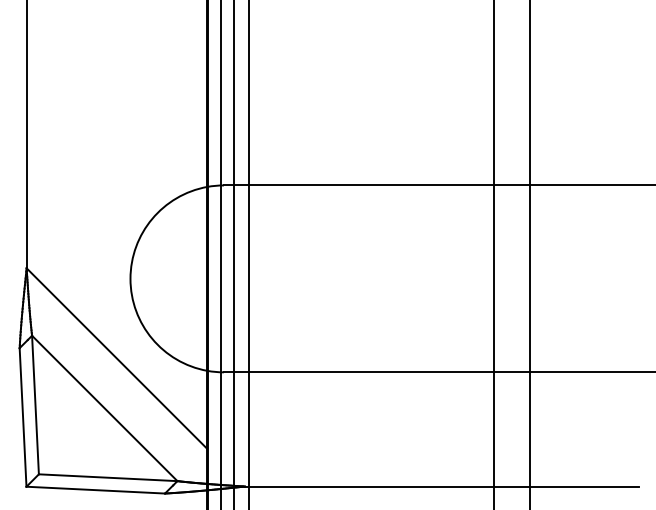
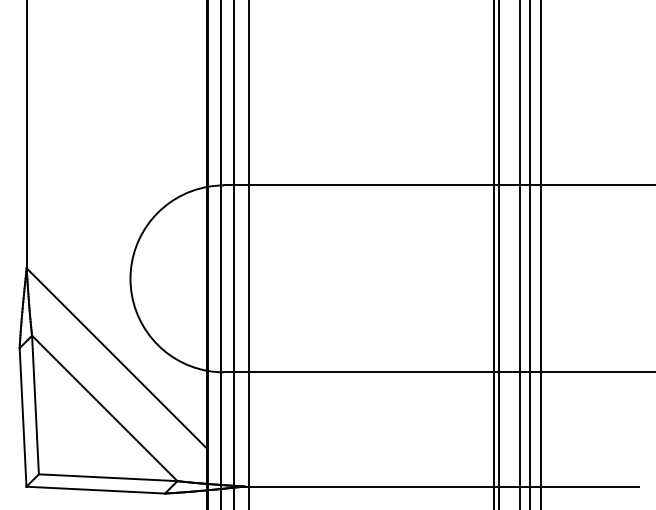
line at (499, 254): none -> present
line at (519, 254): none -> present
line at (540, 254): none -> present
